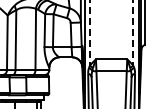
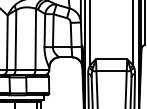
line at (89, 33): dashed -> solid
line at (133, 33): dashed -> solid
